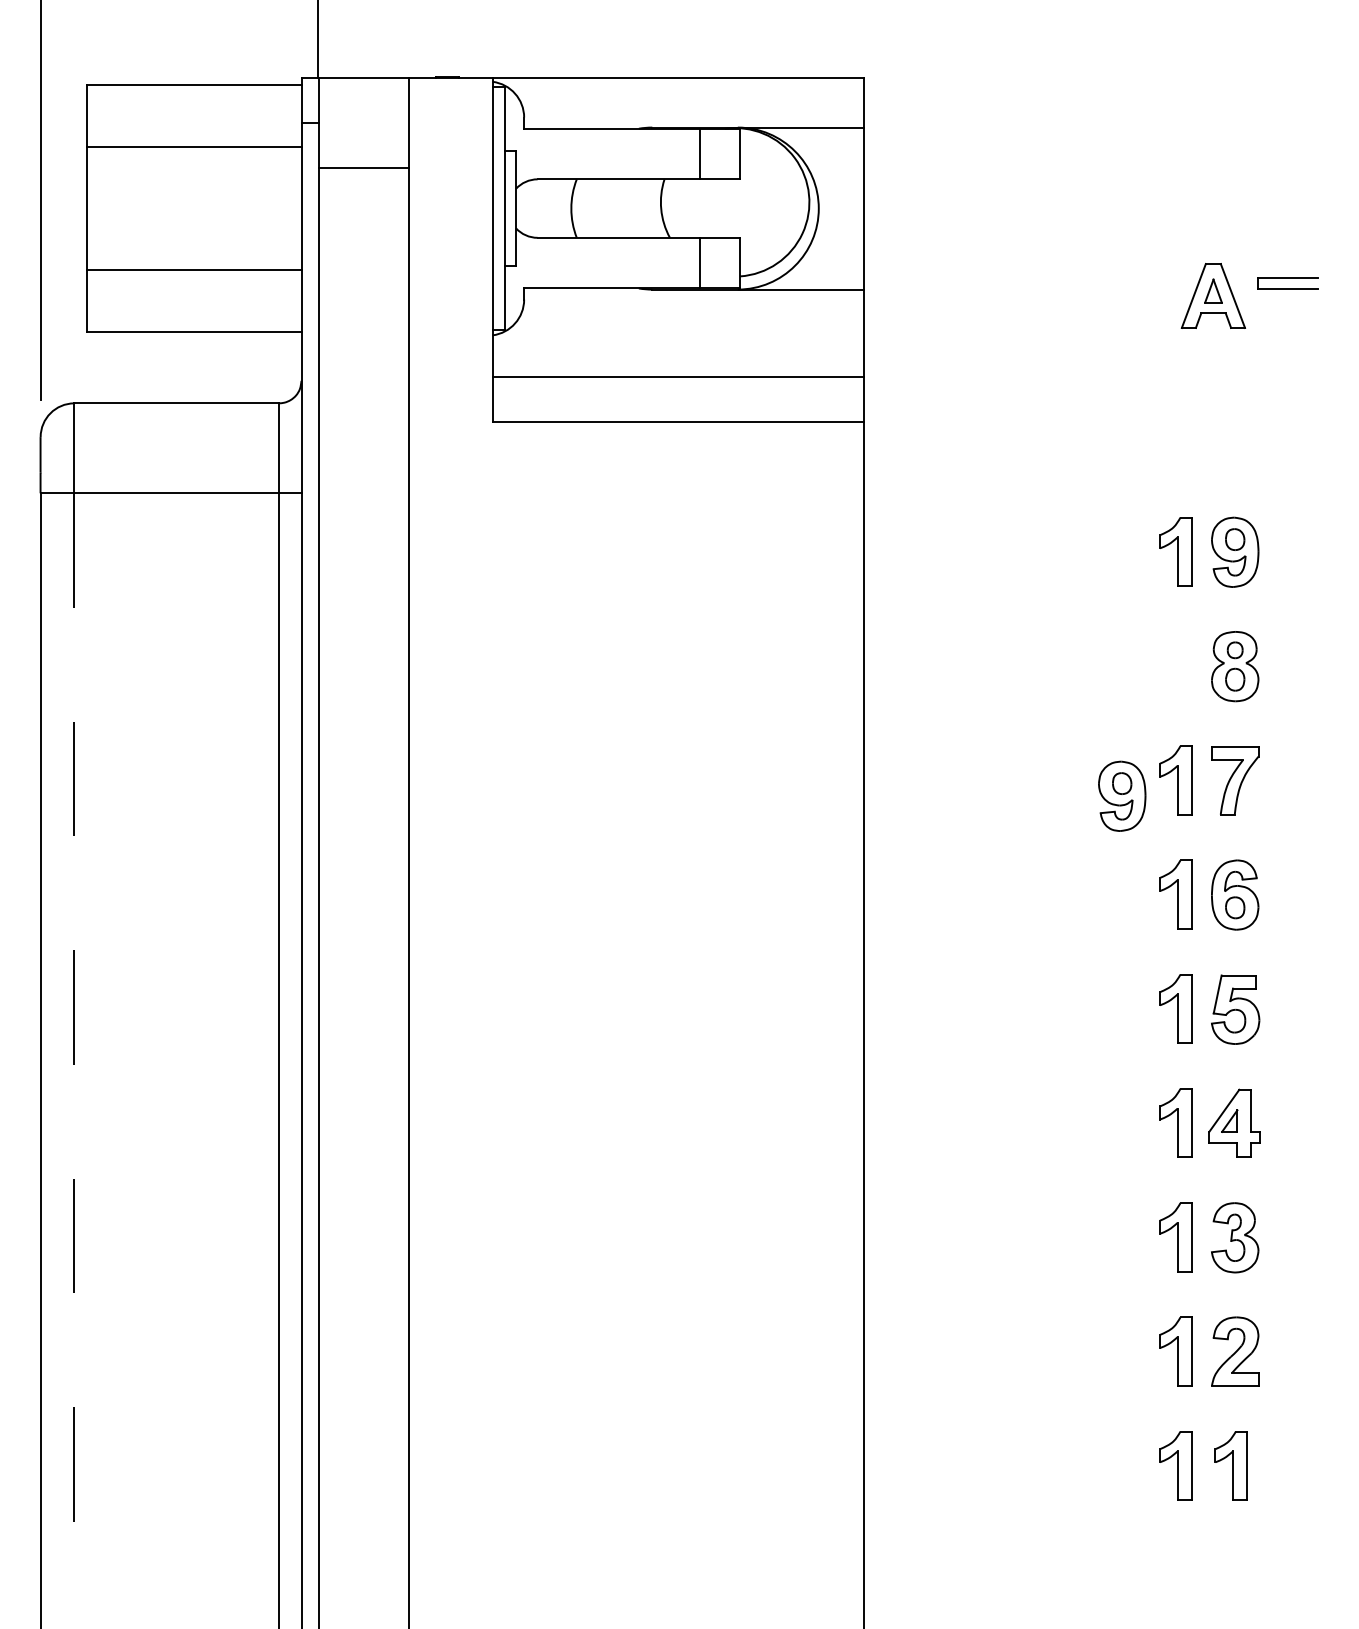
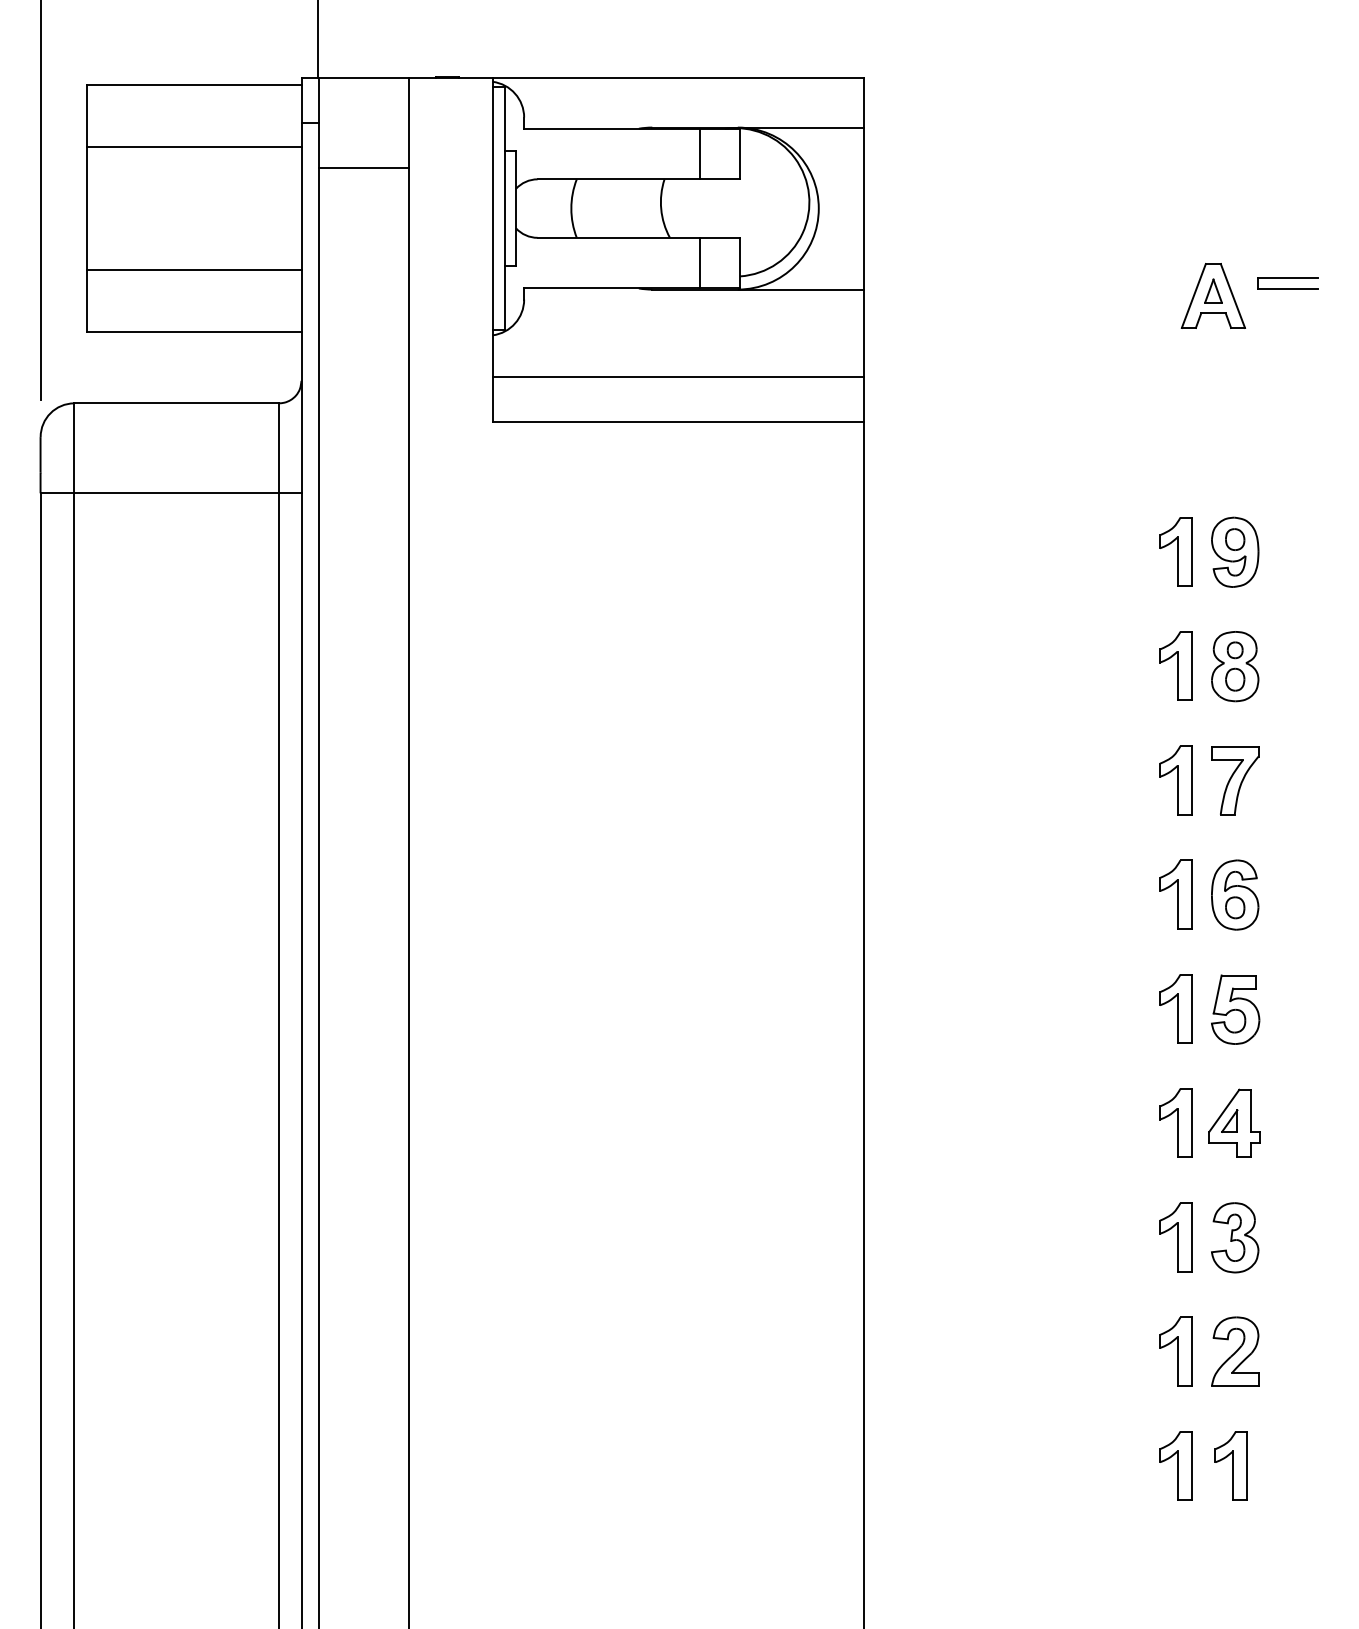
part at (1175, 665): none -> present
part at (1122, 795): present -> none
line at (74, 1061): dashed -> solid
